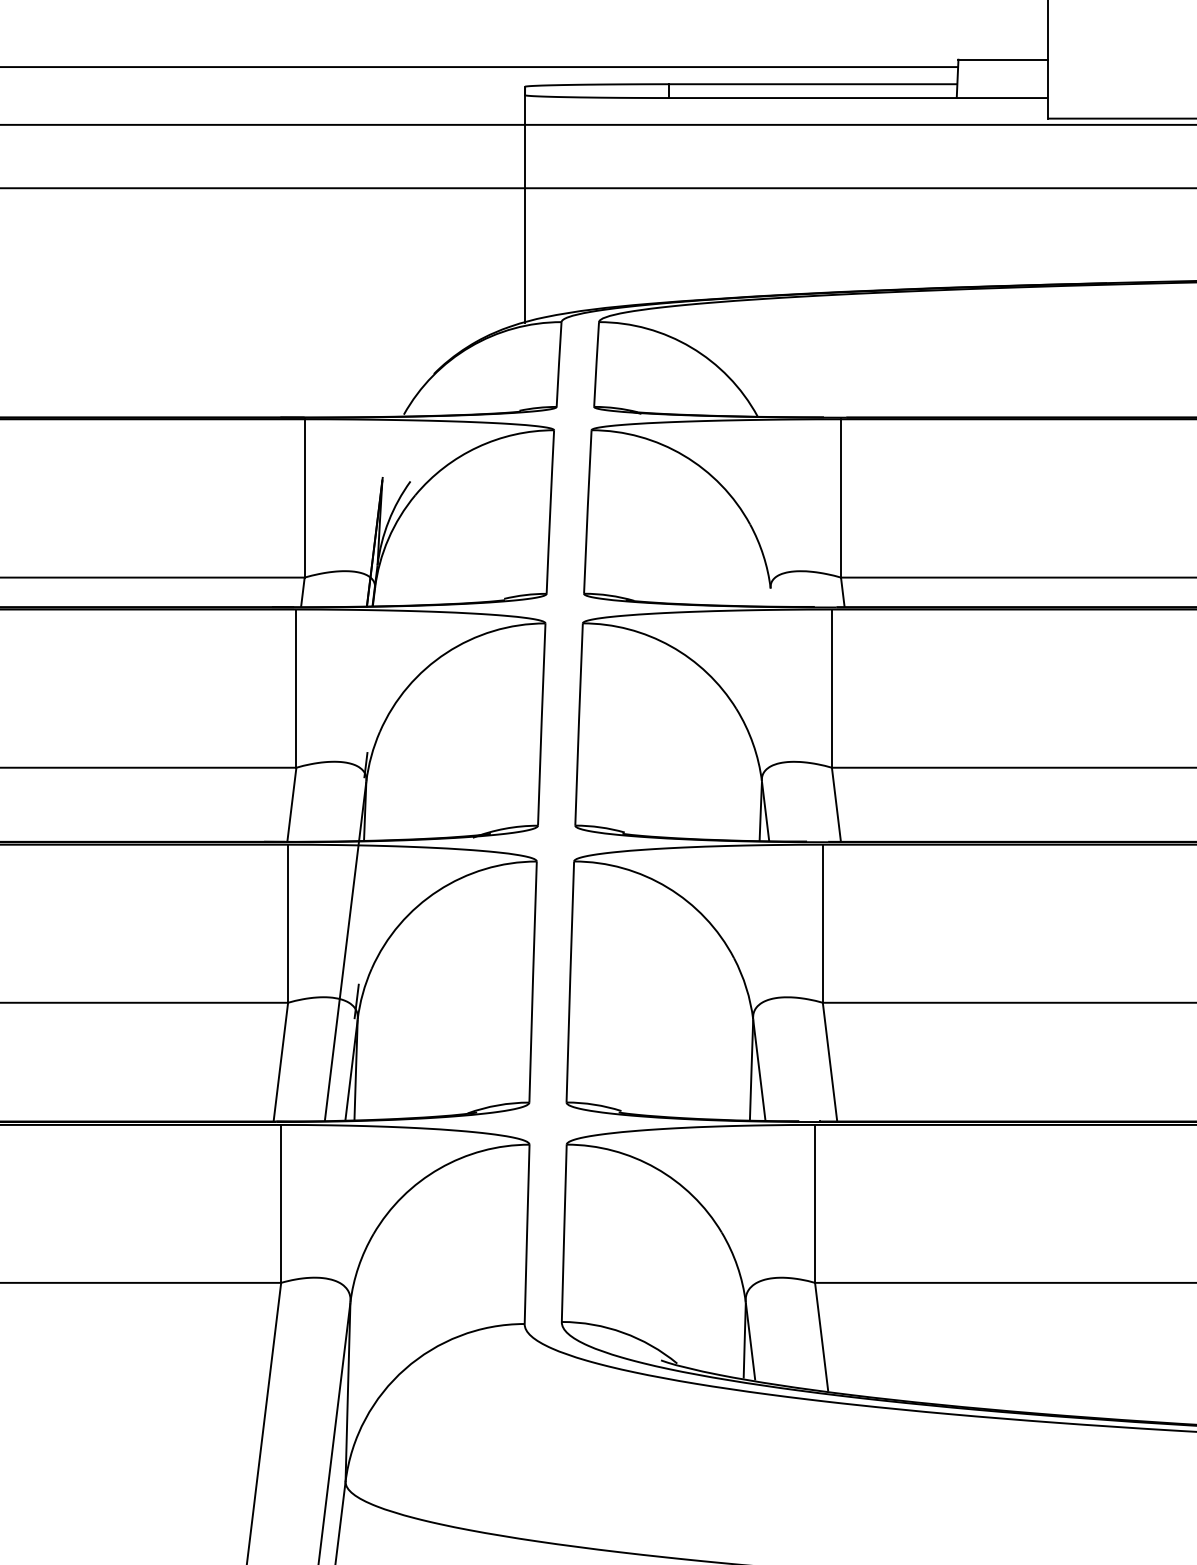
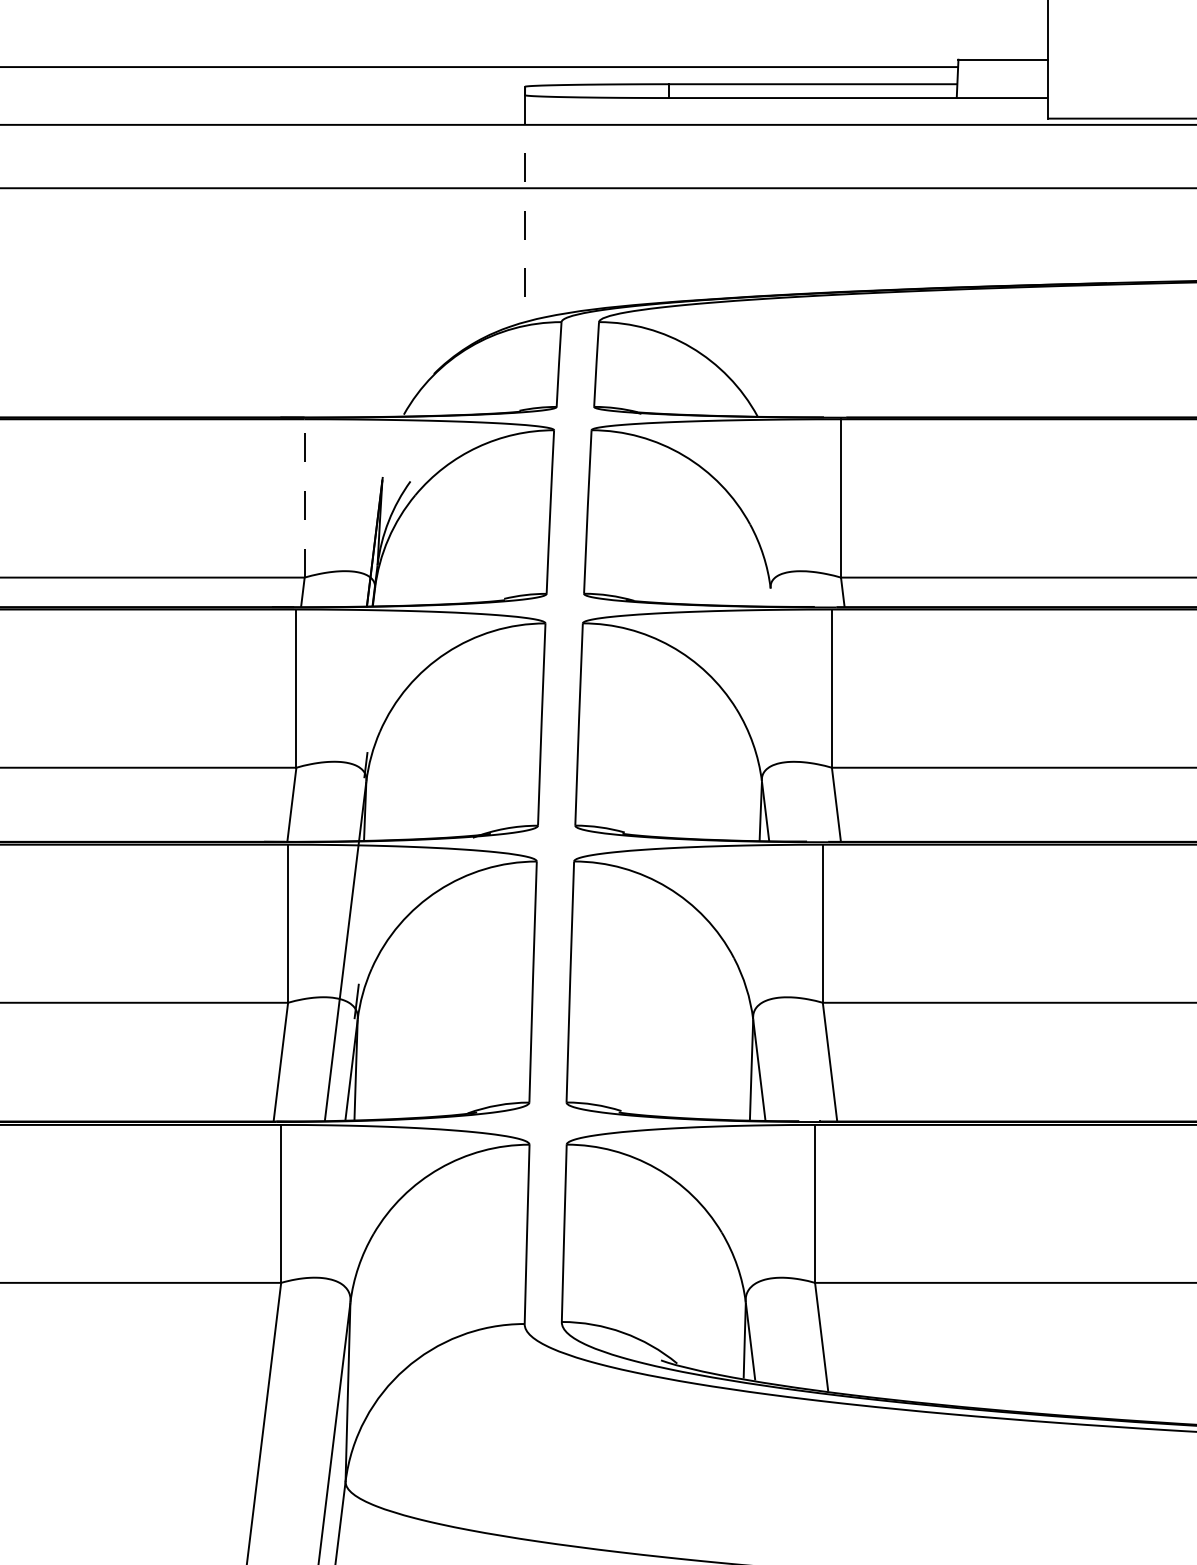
line at (525, 208): solid -> dashed
line at (304, 497): solid -> dashed
